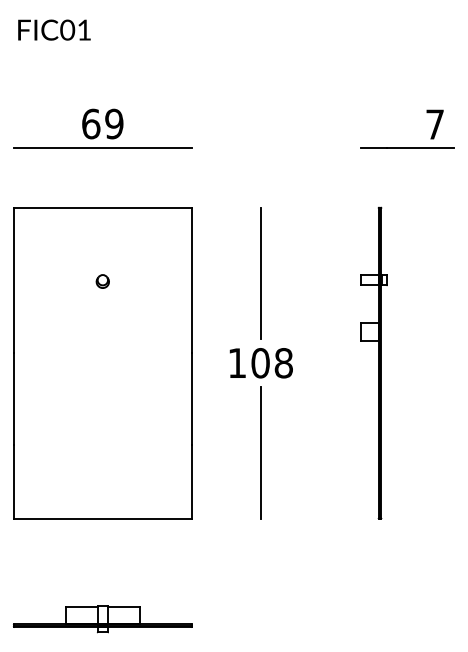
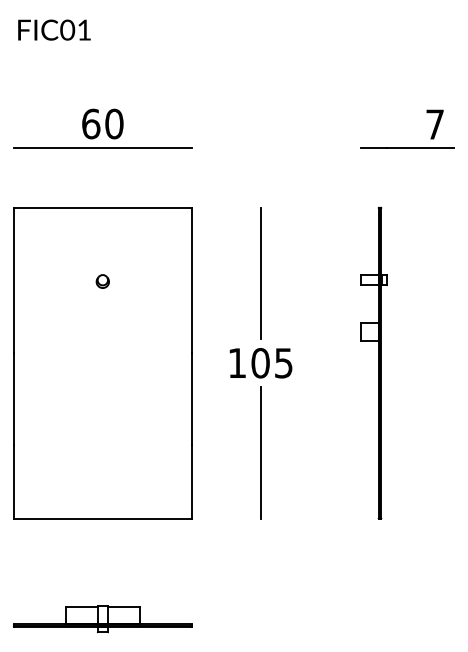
text at (114, 123): 69 -> 60
text at (283, 363): 108 -> 105
